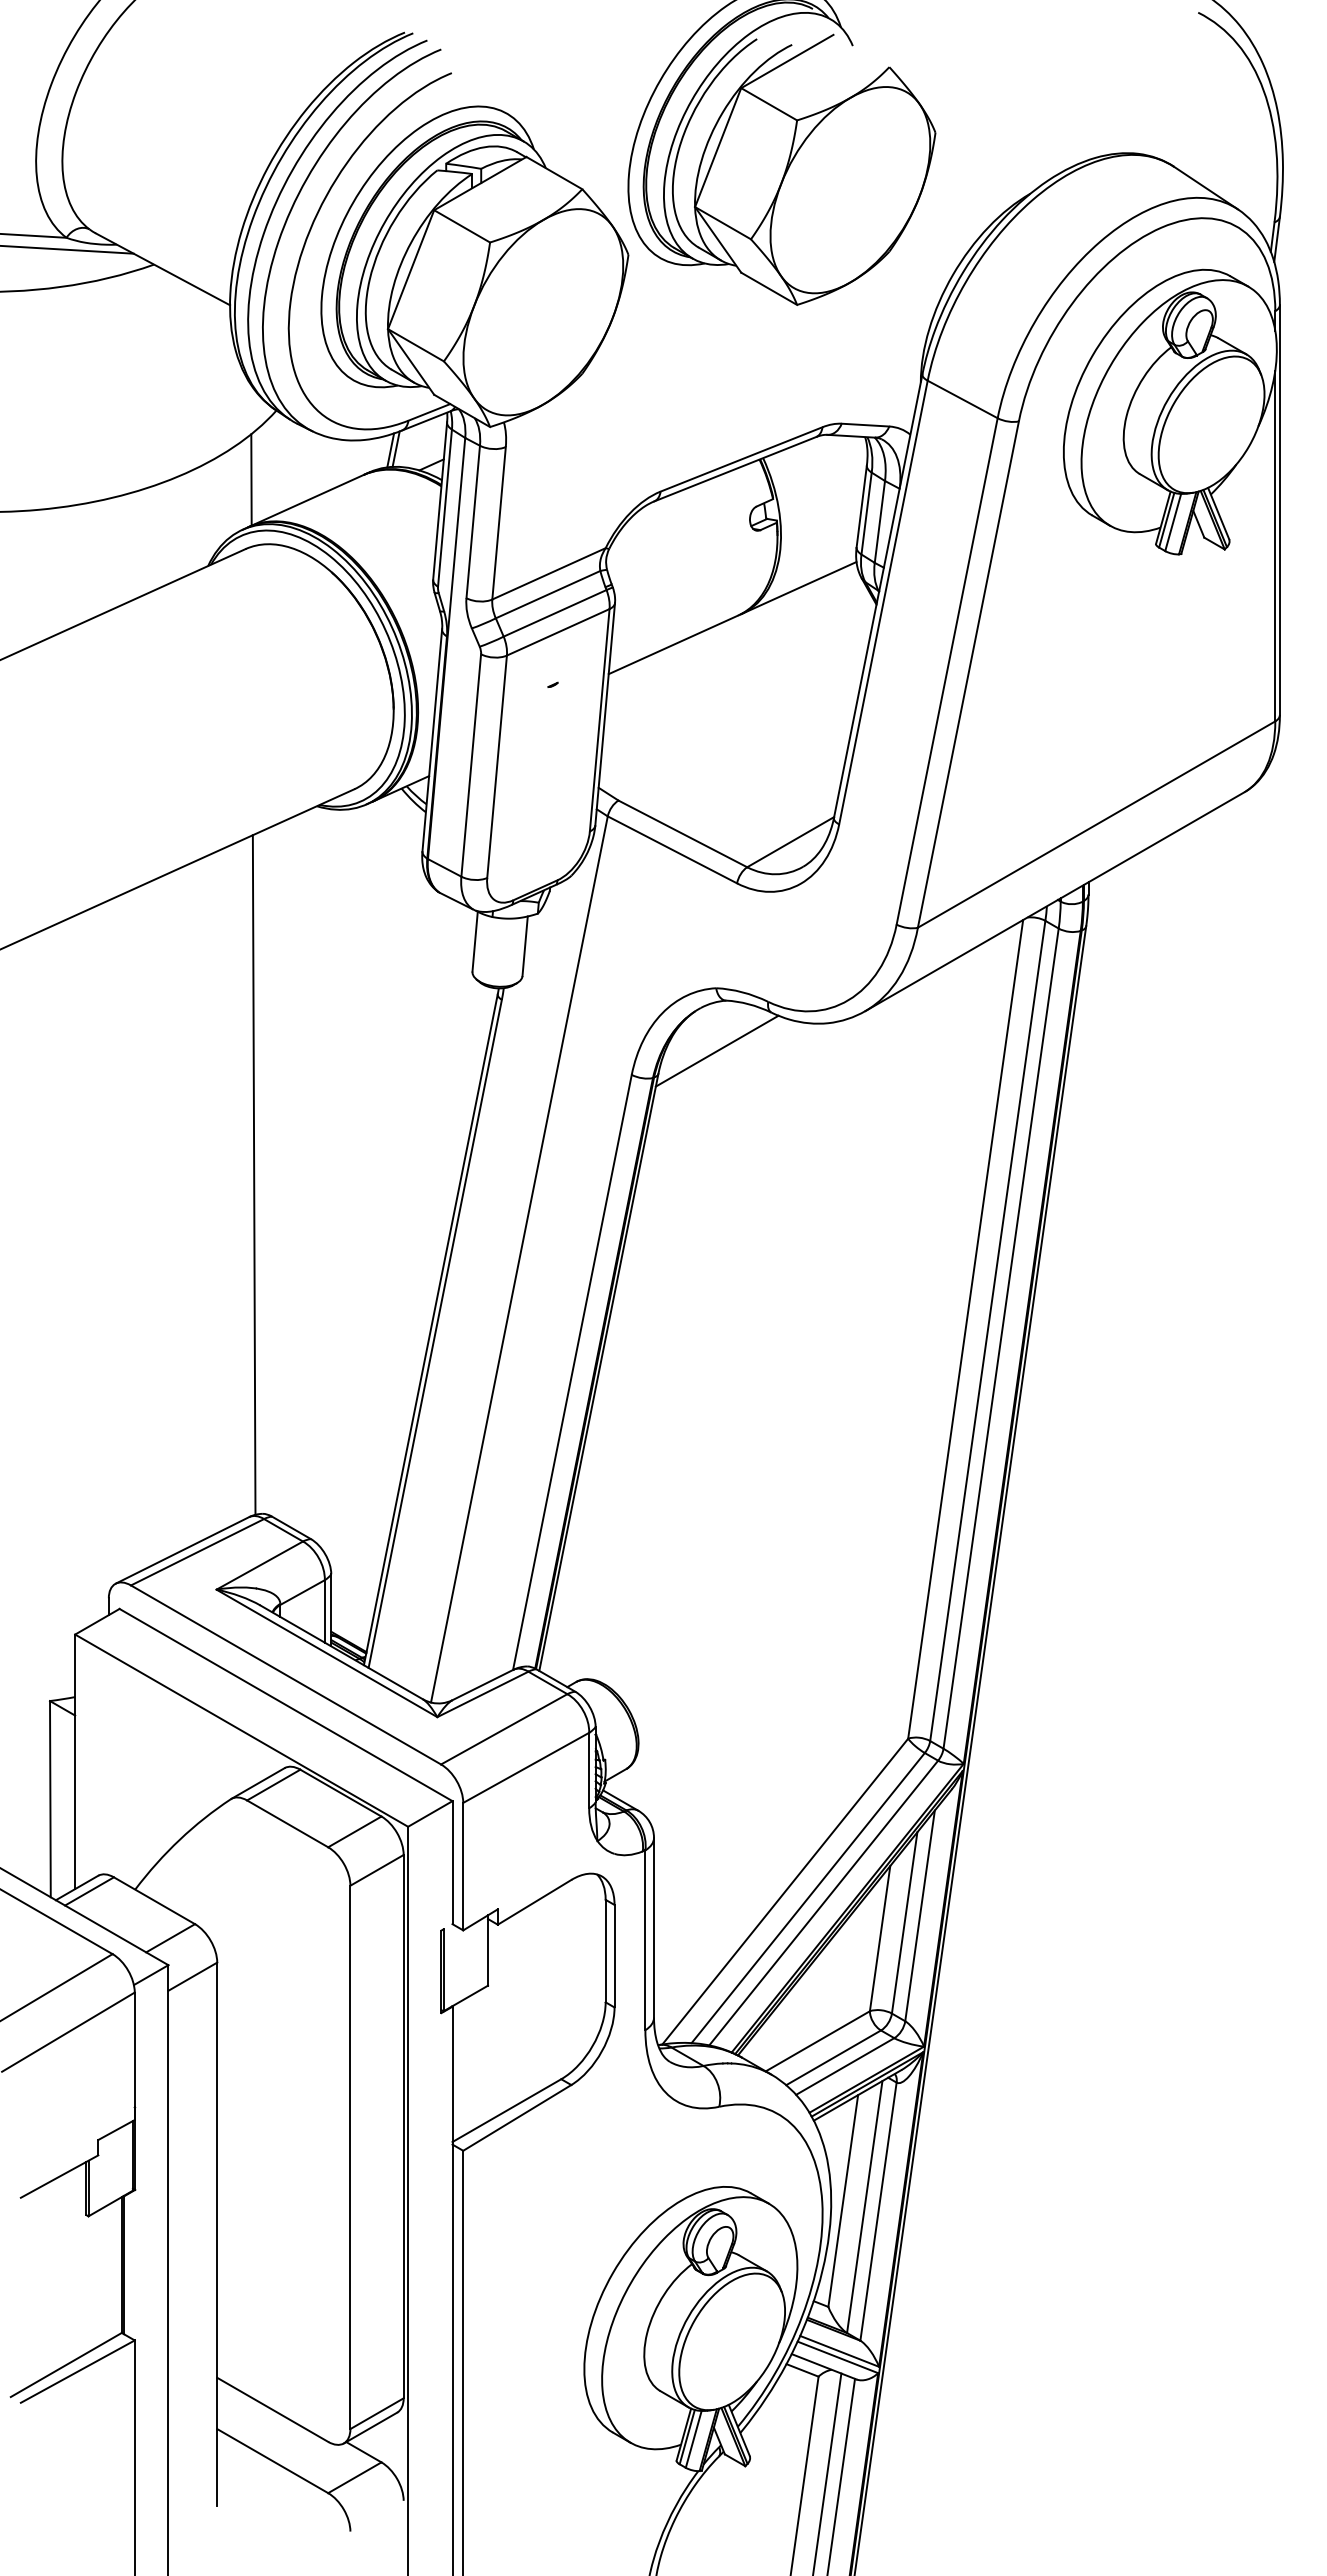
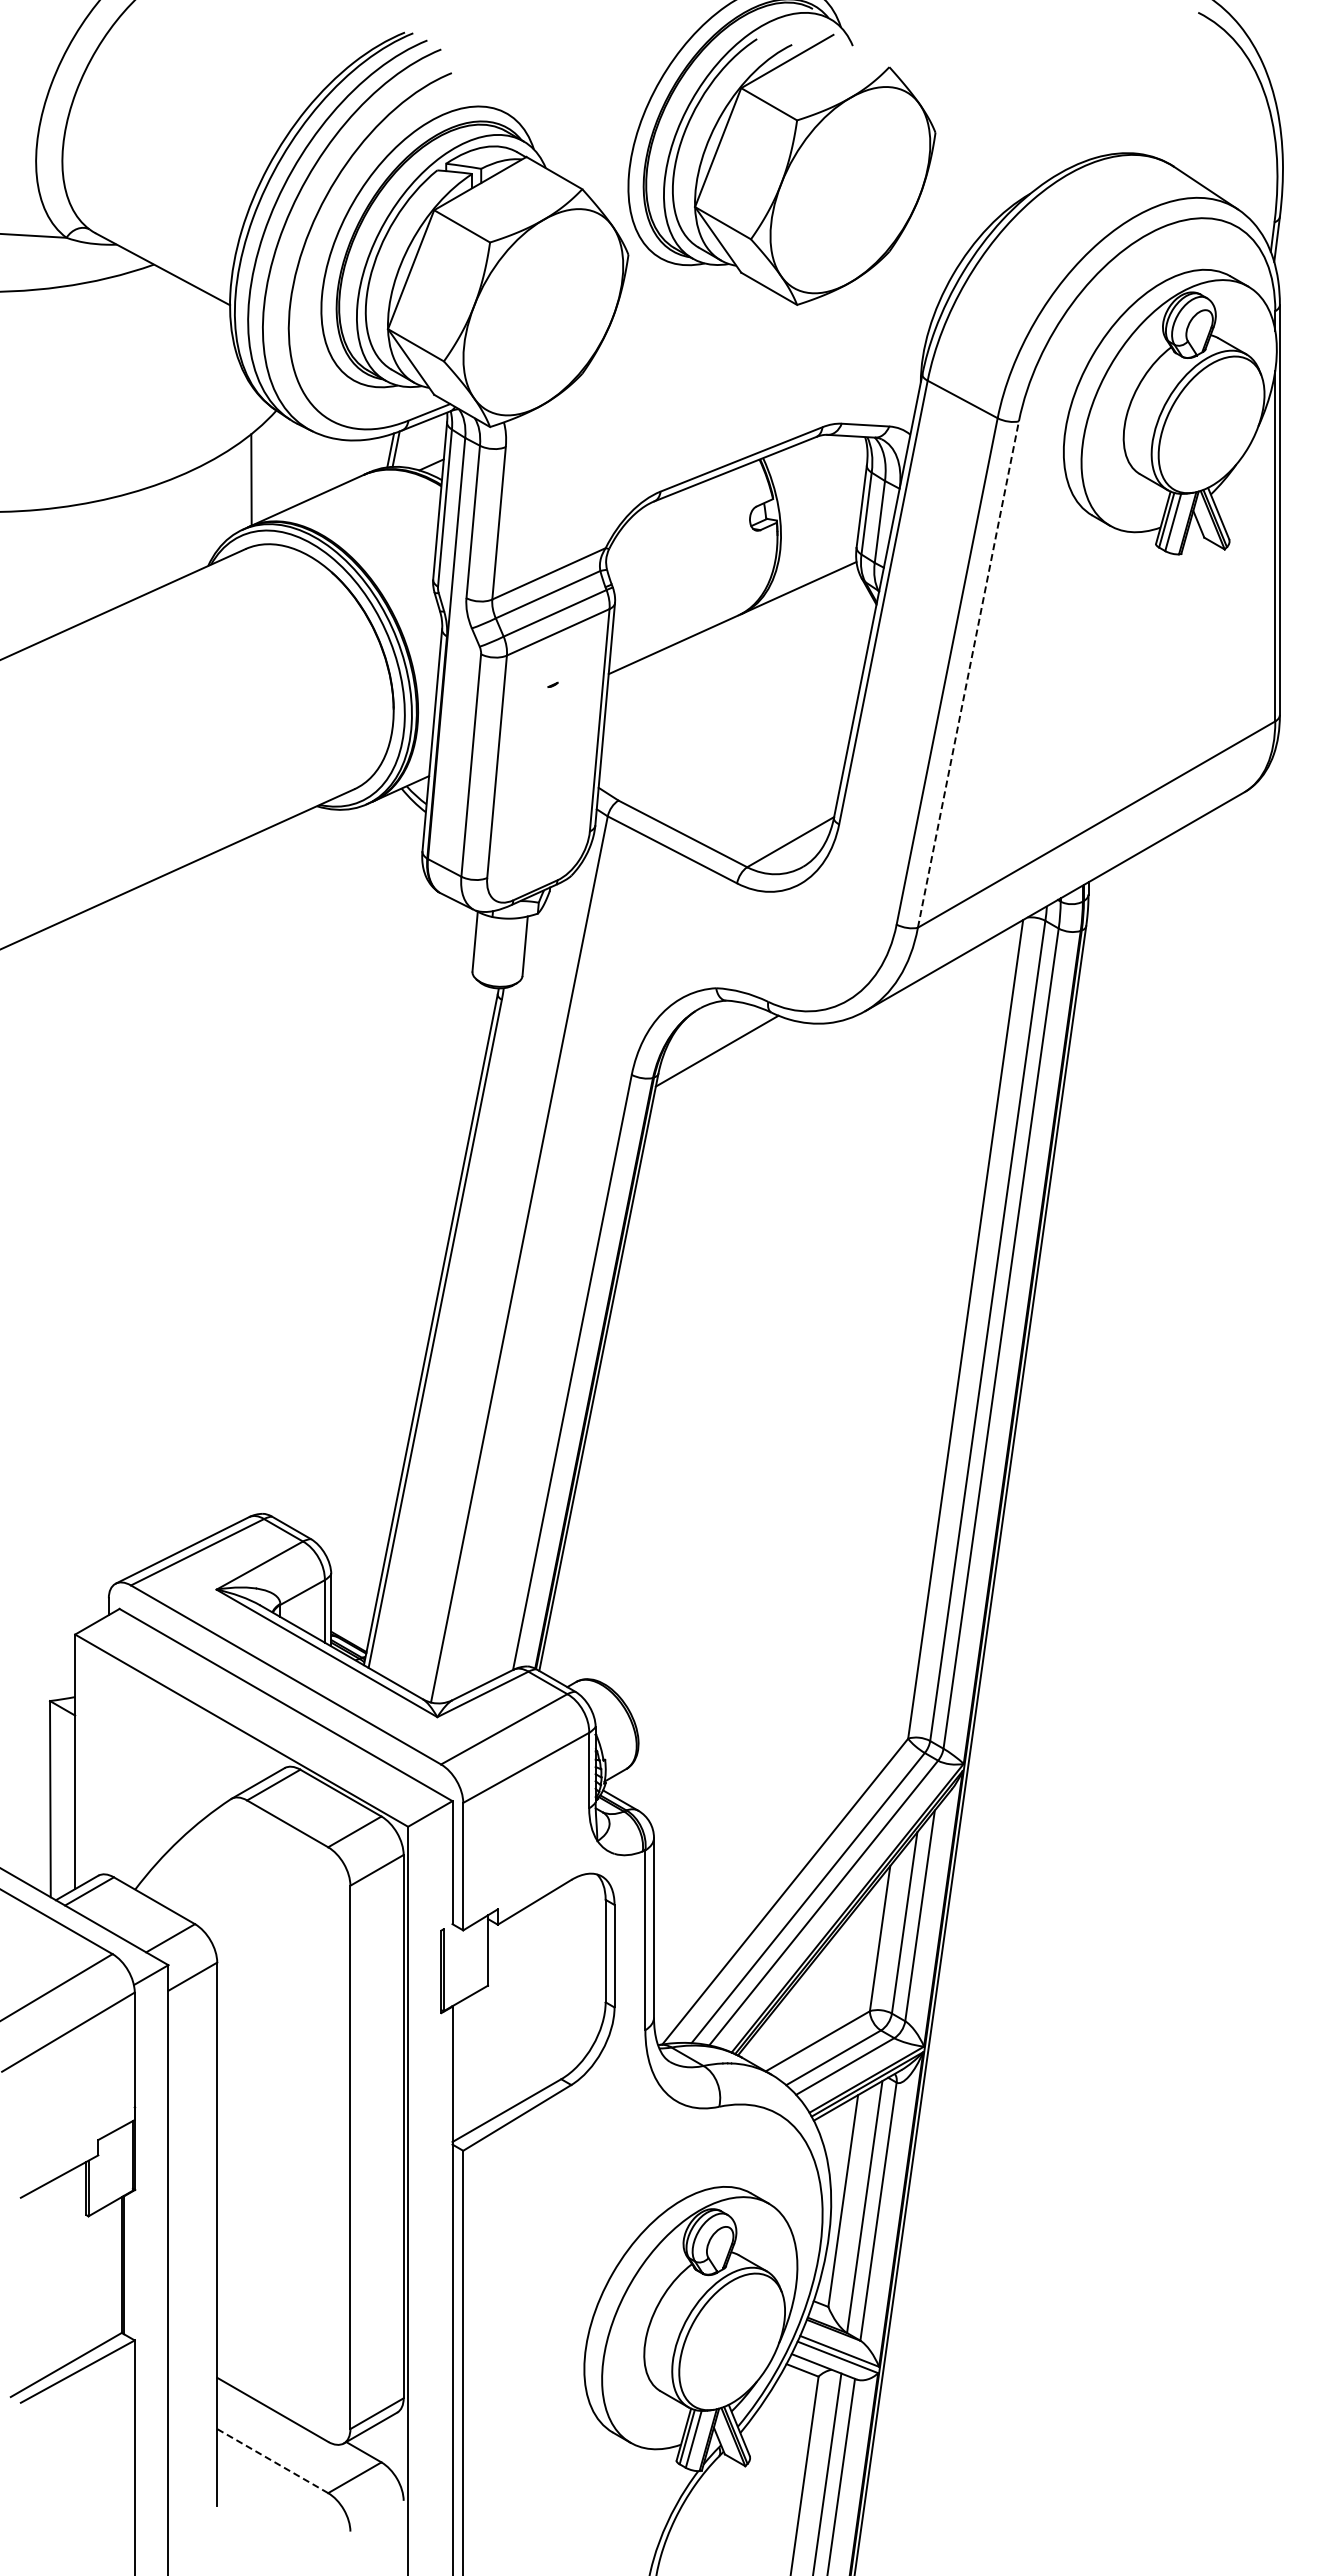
line at (67, 249): present -> none
line at (968, 674): solid -> dashed
line at (253, 1174): present -> none
line at (272, 2460): solid -> dashed
